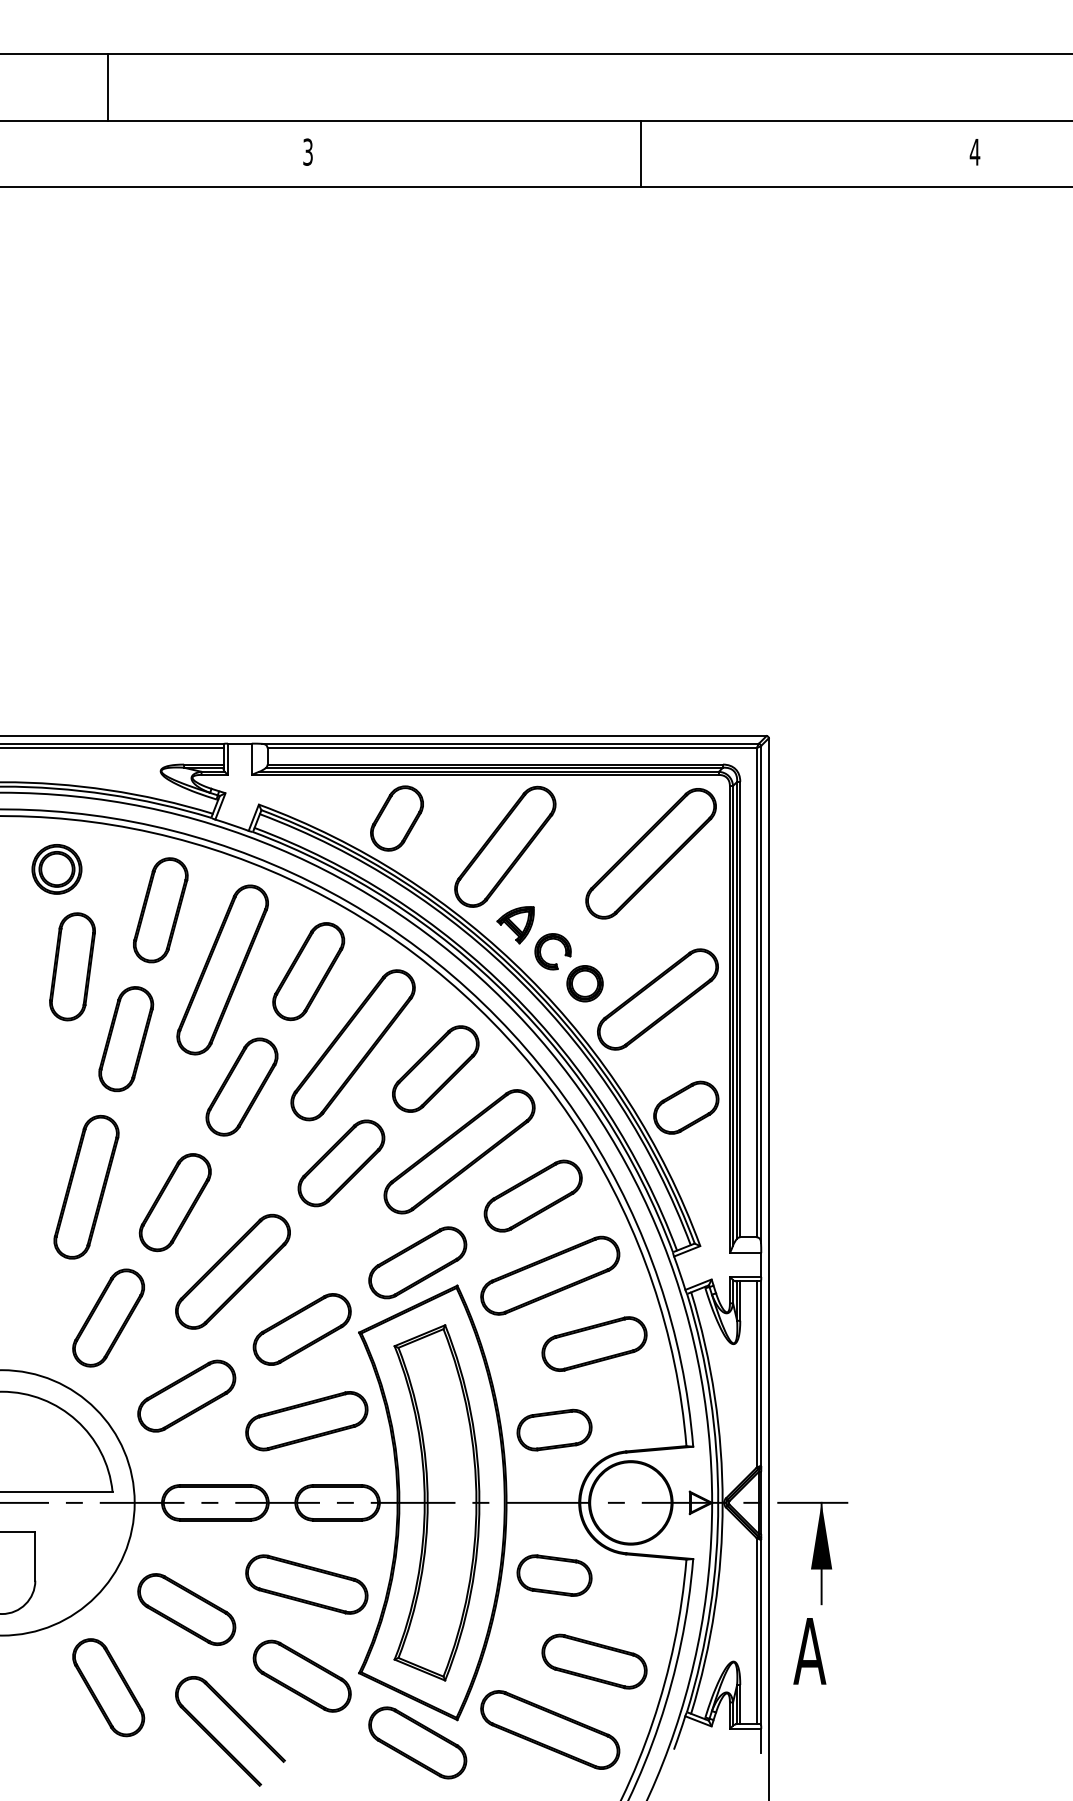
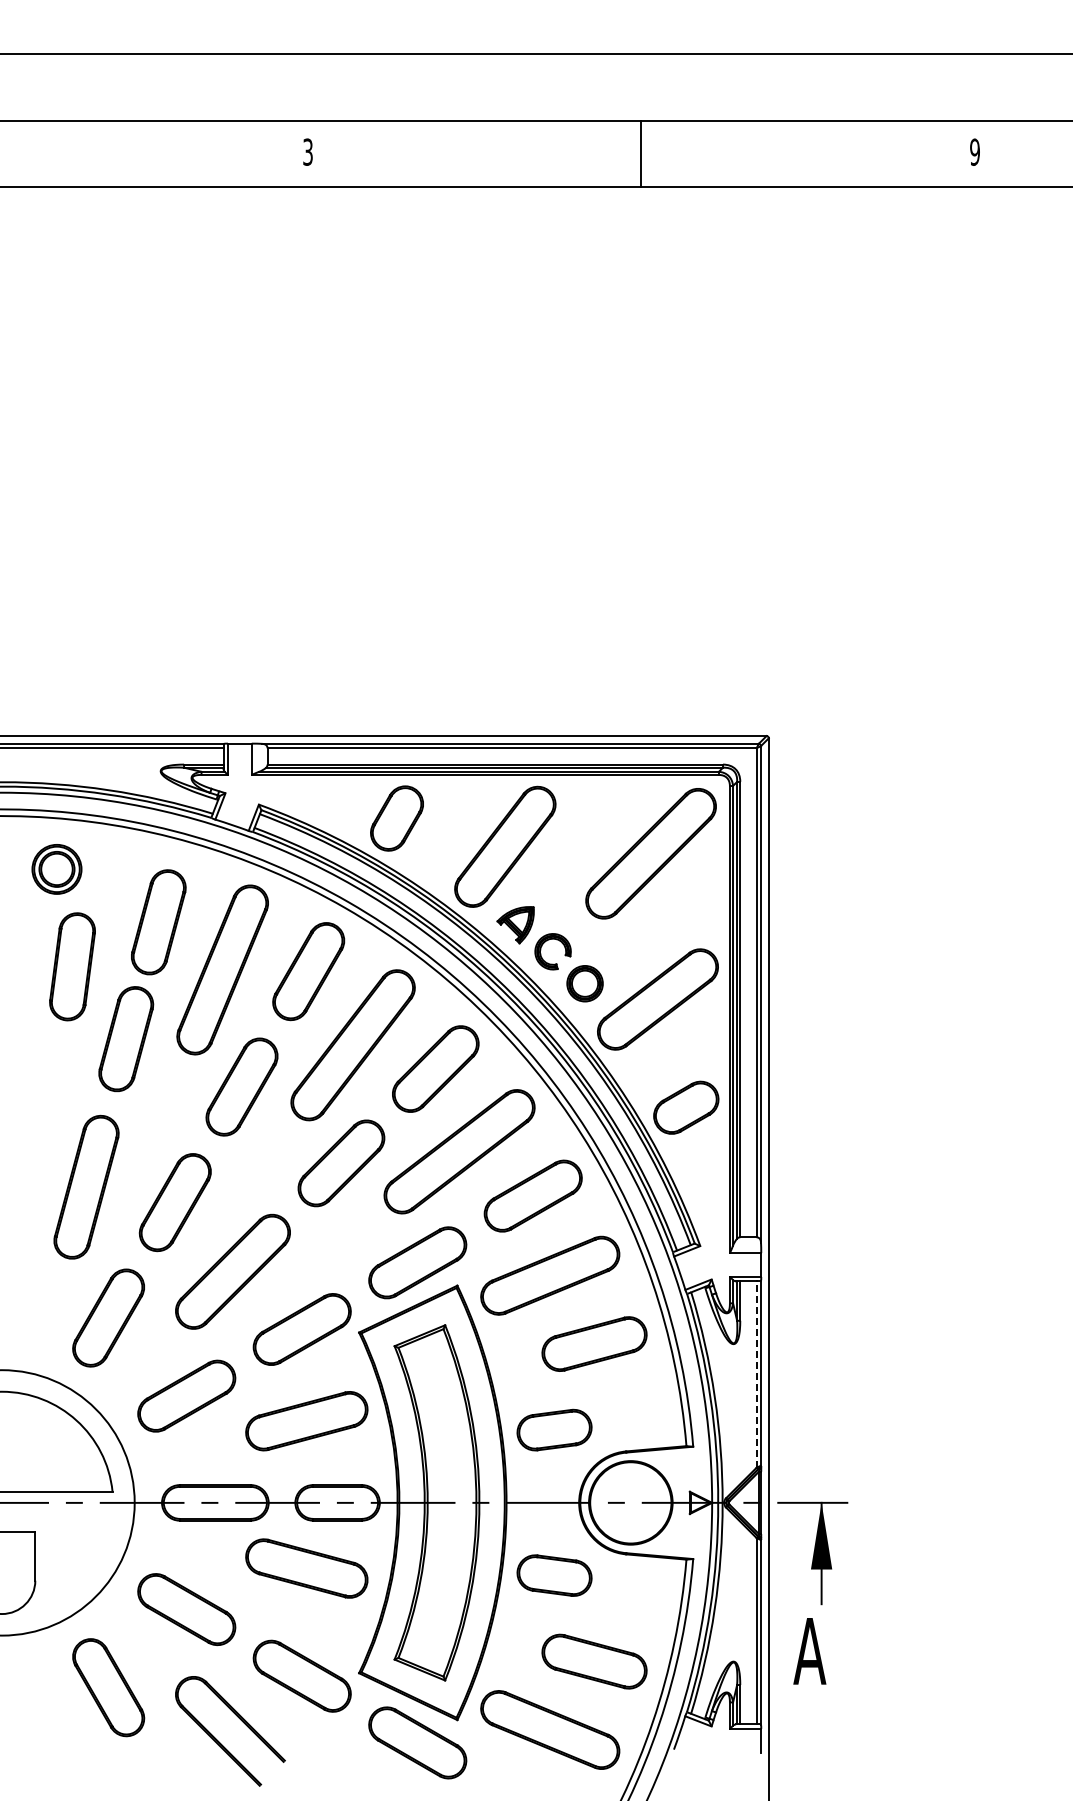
line at (107, 87): present -> none
text at (974, 151): 4 -> 9
part at (160, 910) position: (160, 910) -> (158, 922)
line at (756, 1374): solid -> dashed
part at (306, 1584) position: (306, 1584) -> (306, 1568)
